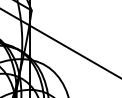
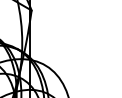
line at (60, 42): present -> none
